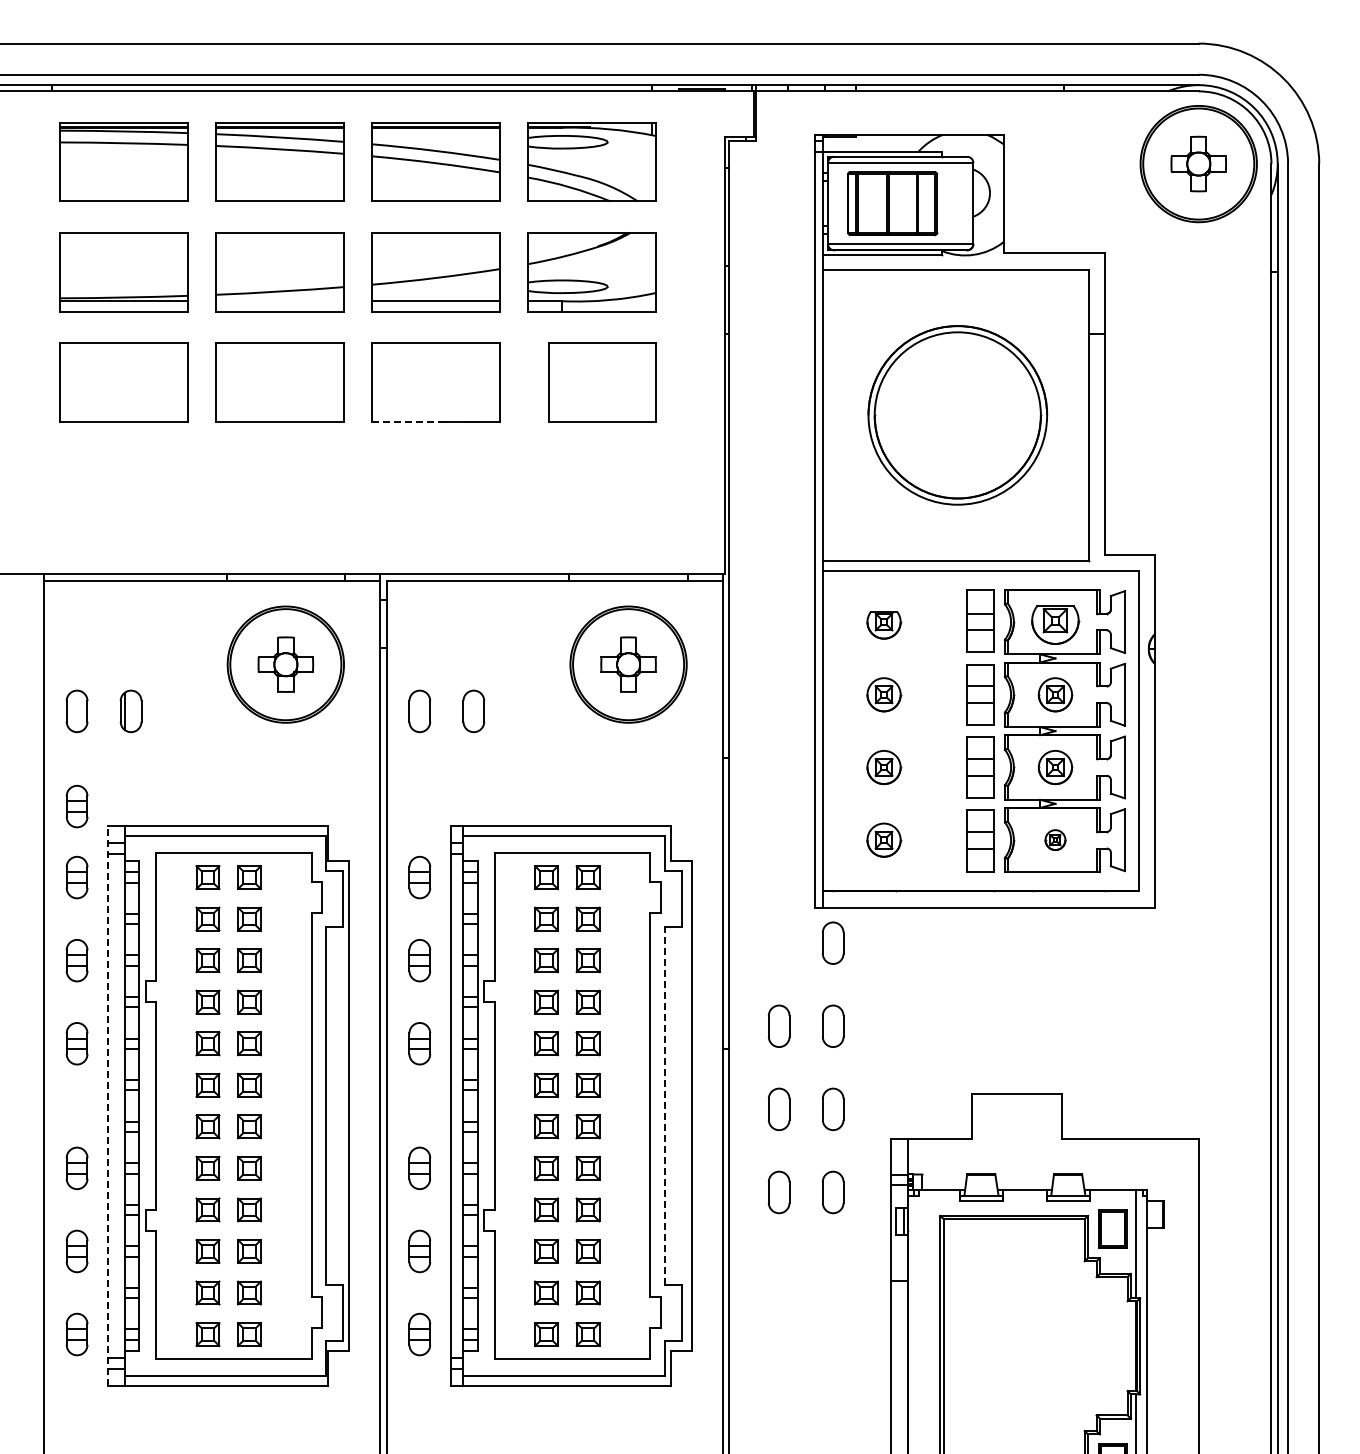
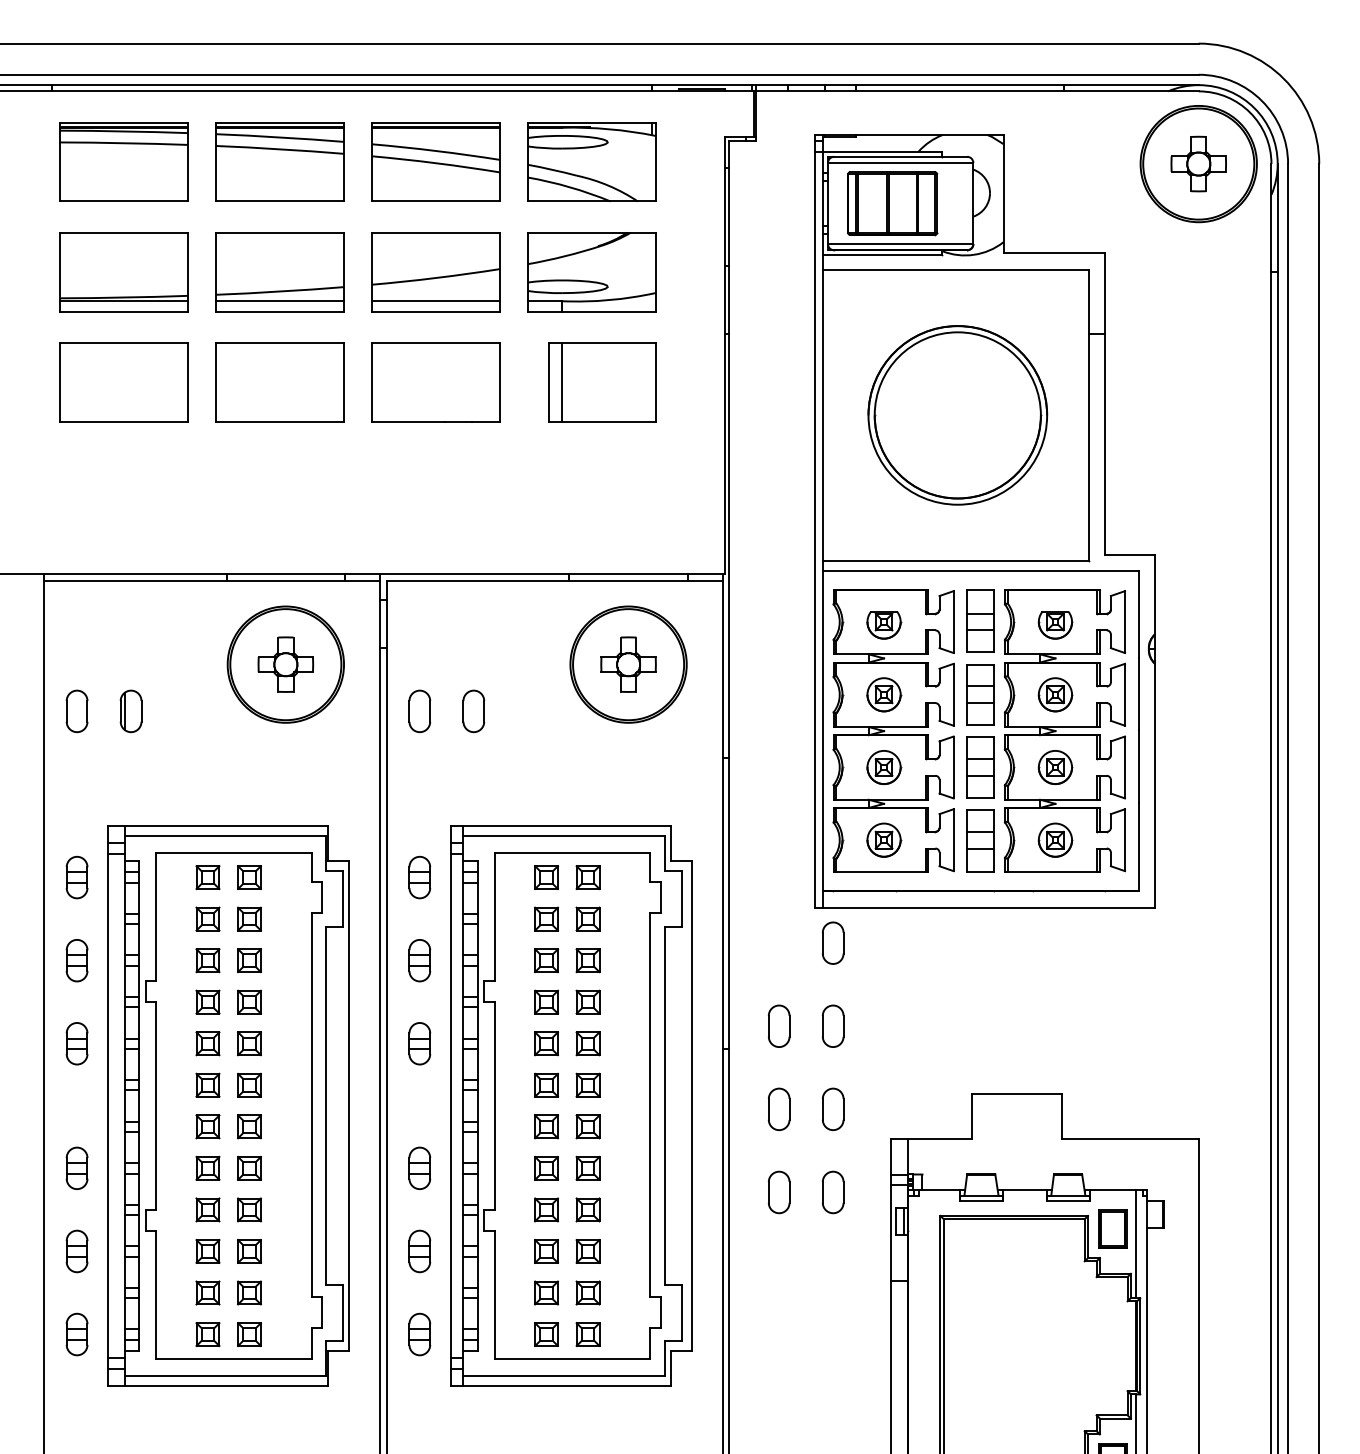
line at (280, 301): none -> present
line at (562, 381): none -> present
line at (408, 421): dashed -> solid
part at (1055, 624) size: 50x40 px -> 37x29 px
part at (893, 730): none -> present
part at (76, 806): present -> none
part at (1055, 839) size: 23x22 px -> 37x36 px
line at (108, 1105): dashed -> solid
line at (664, 1106): dashed -> solid
